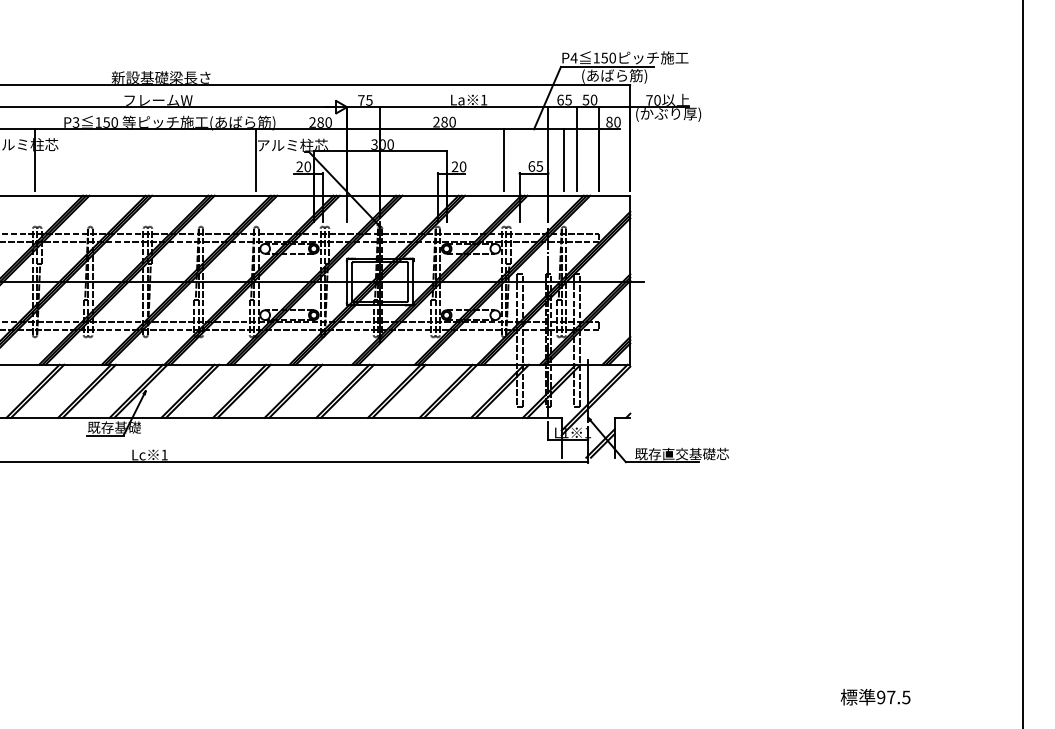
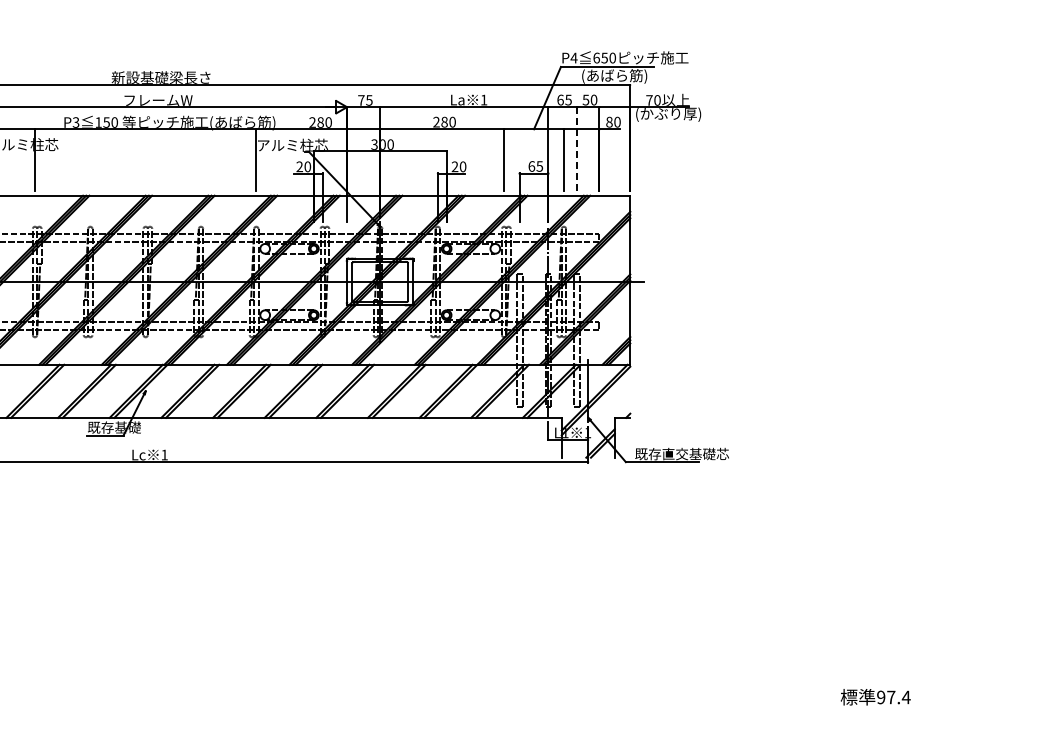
text at (596, 57): 150 -> 650
line at (577, 148): solid -> dashed
line at (1023, 363): present -> none
text at (905, 697): 97.5 -> 97.4
